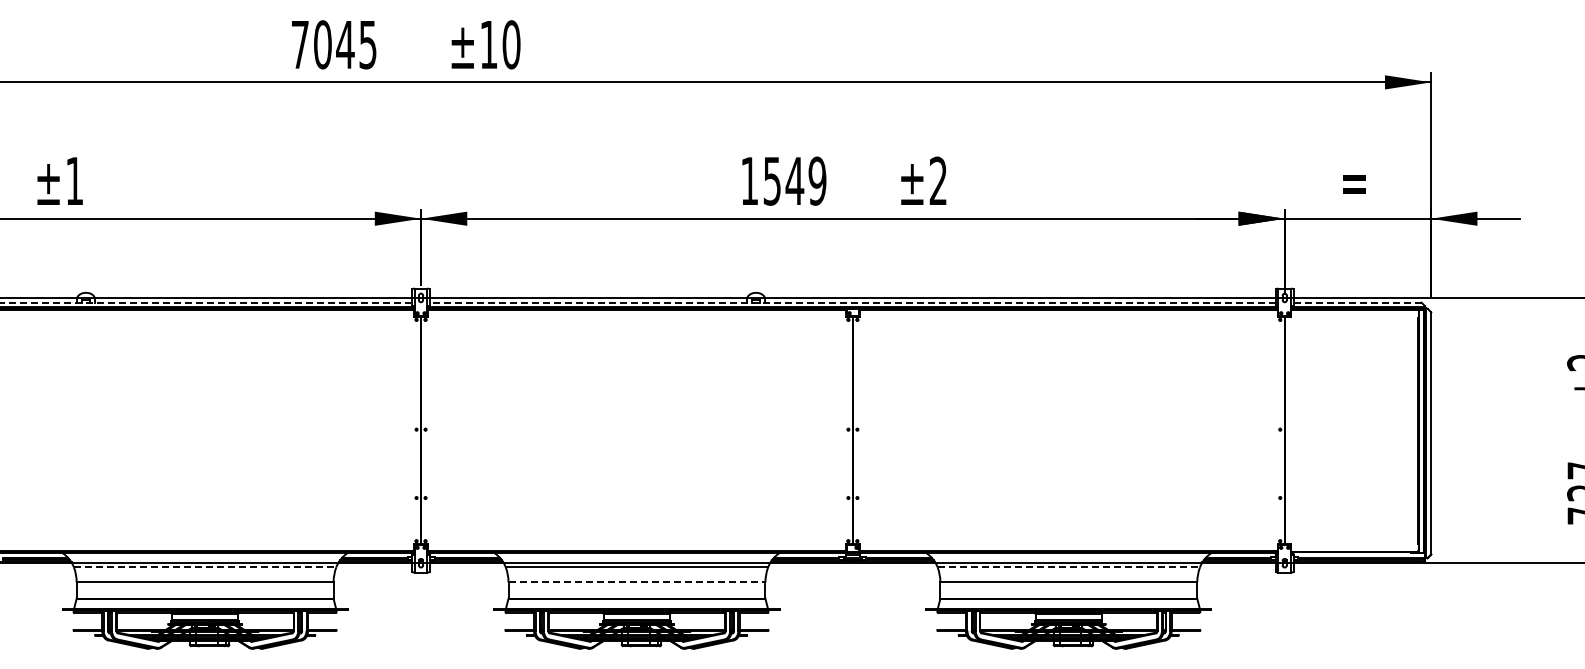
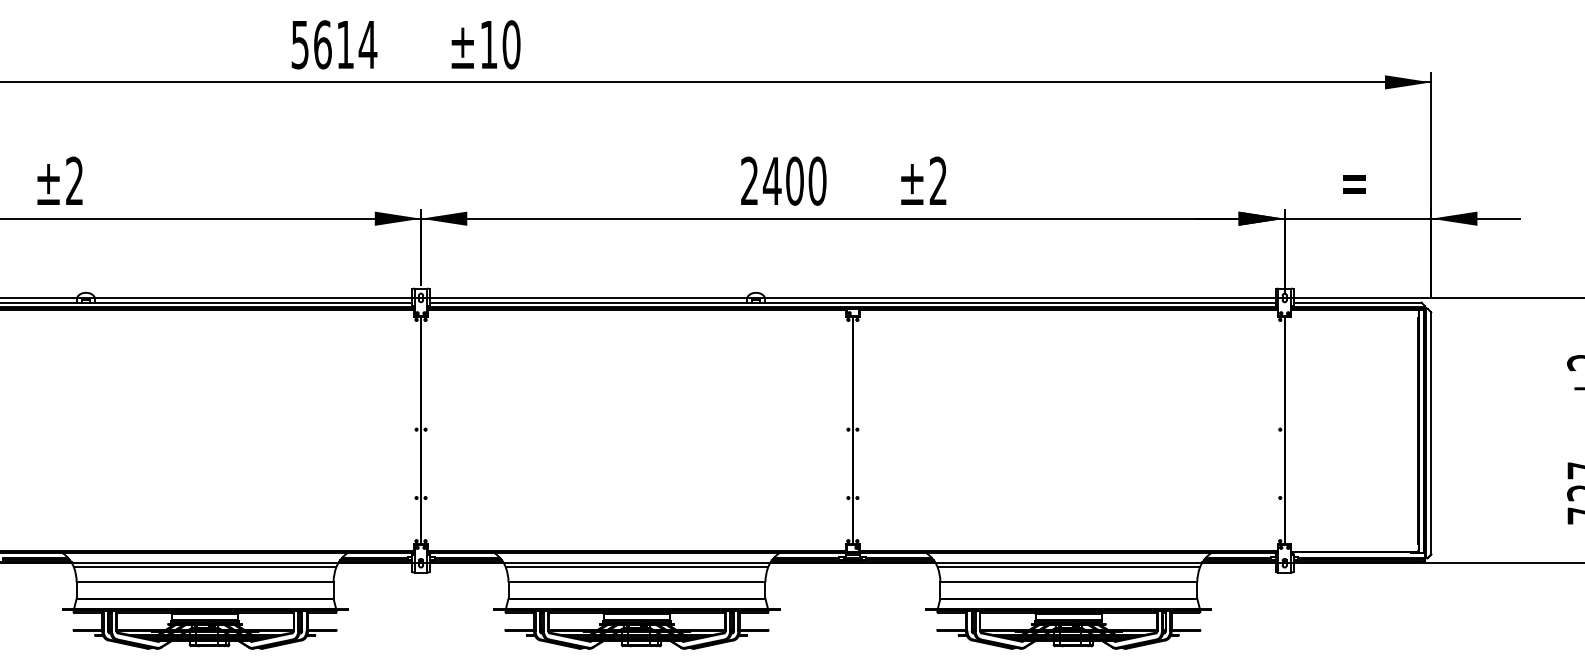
text at (334, 44): 7045 -> 5614
text at (74, 180): ±1 -> ±2
text at (783, 180): 1549 -> 2400
line at (206, 302): dashed -> solid
line at (852, 302): dashed -> solid
line at (1357, 302): dashed -> solid
line at (205, 567): dashed -> solid
line at (1069, 567): dashed -> solid
line at (637, 582): dashed -> solid
